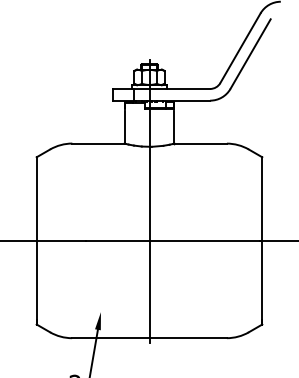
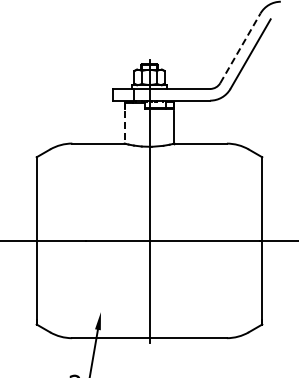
line at (240, 47): solid -> dashed
line at (124, 128): solid -> dashed
